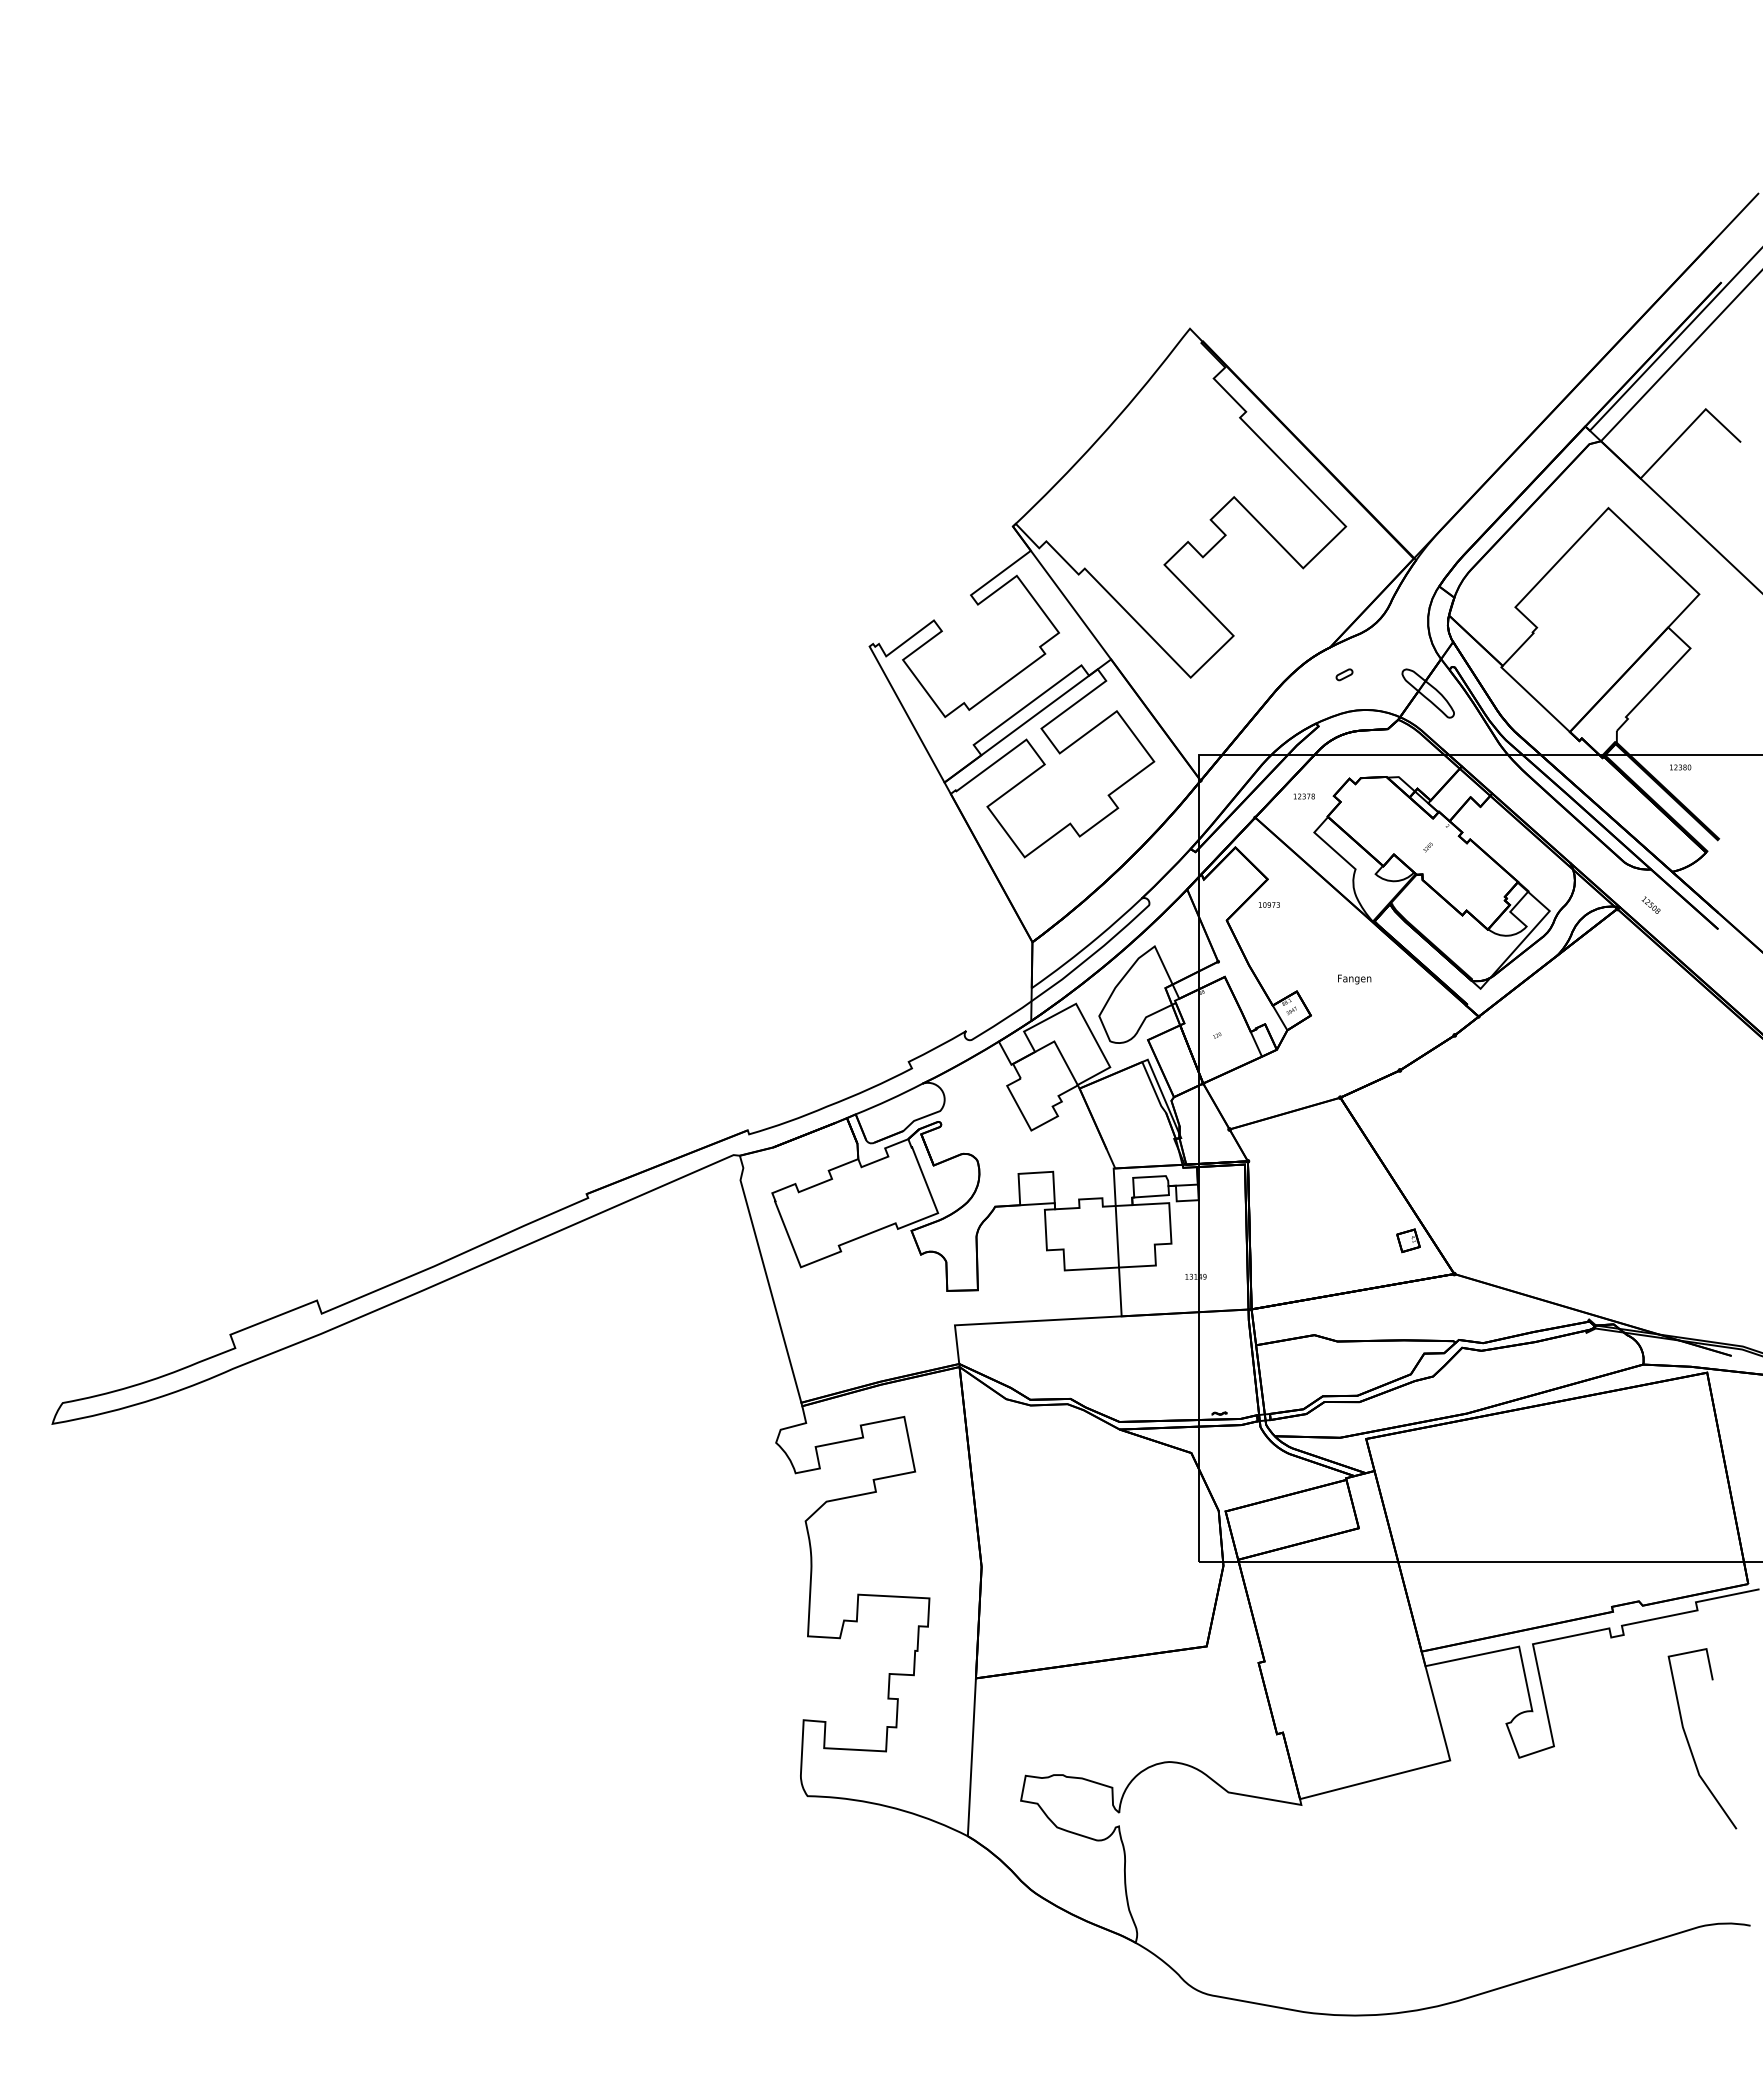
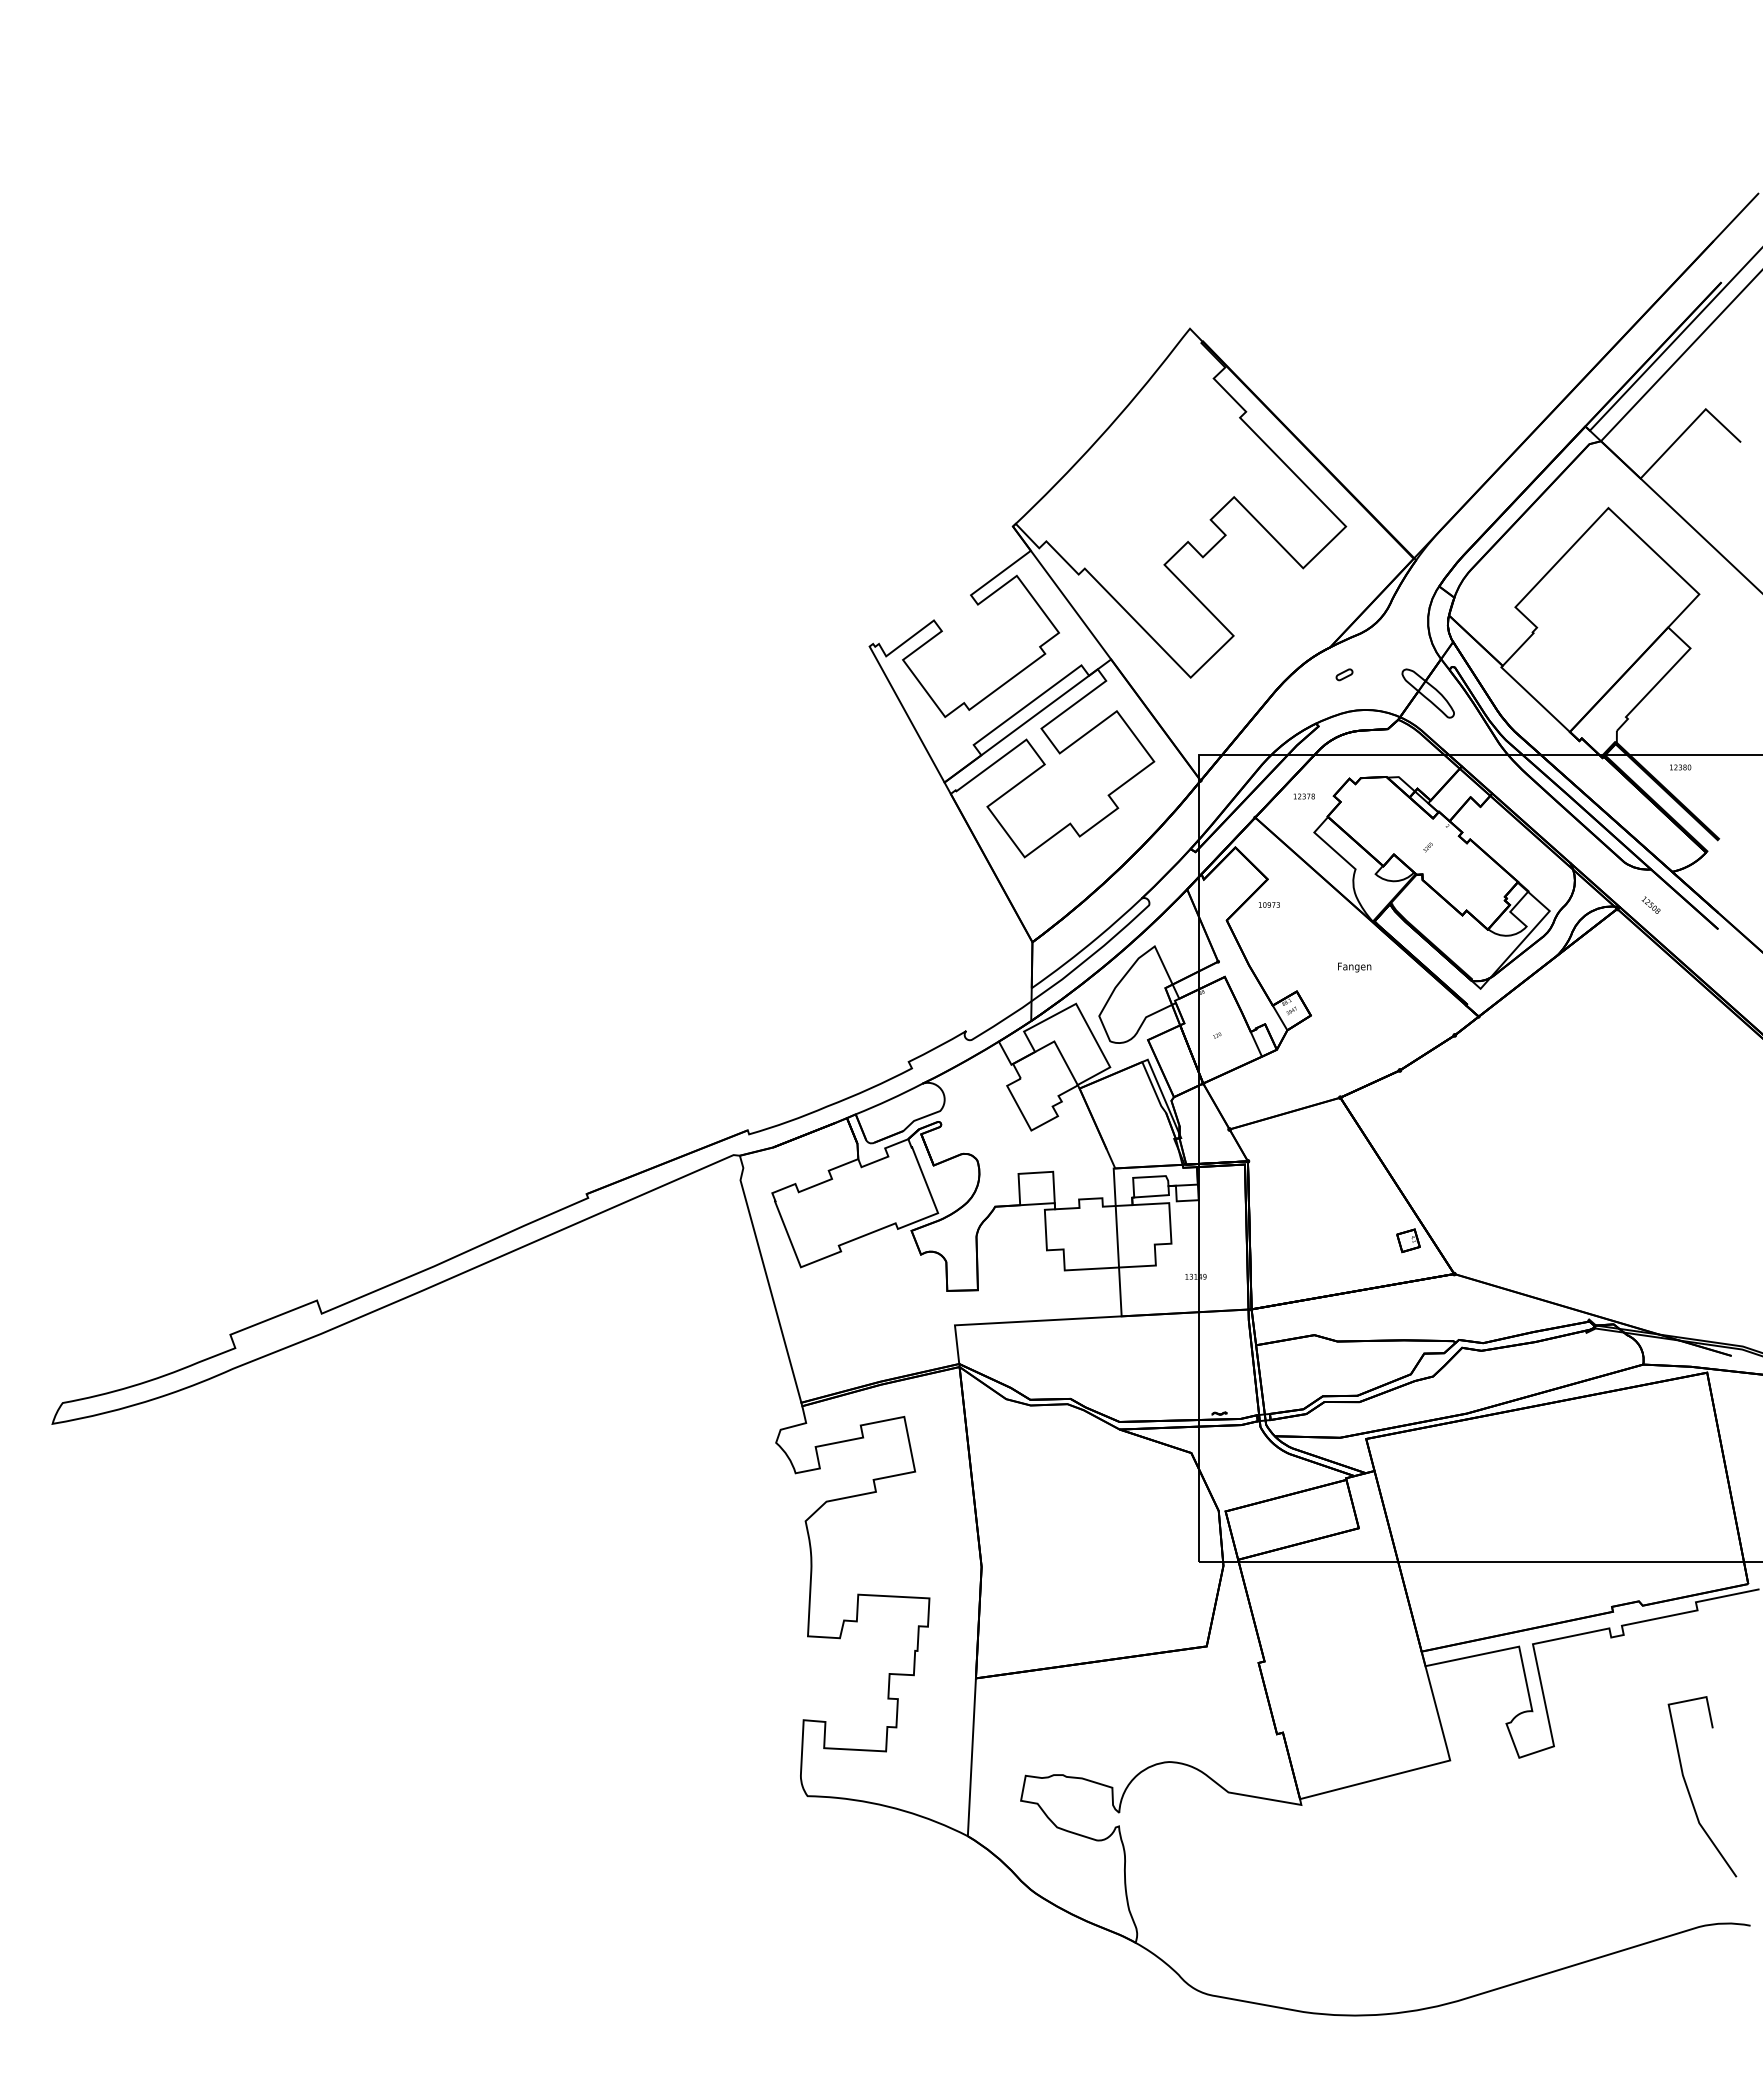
text at (1354, 979) position: (1354, 979) -> (1354, 967)
curve at (1689, 1742) position: (1689, 1742) -> (1689, 1790)
